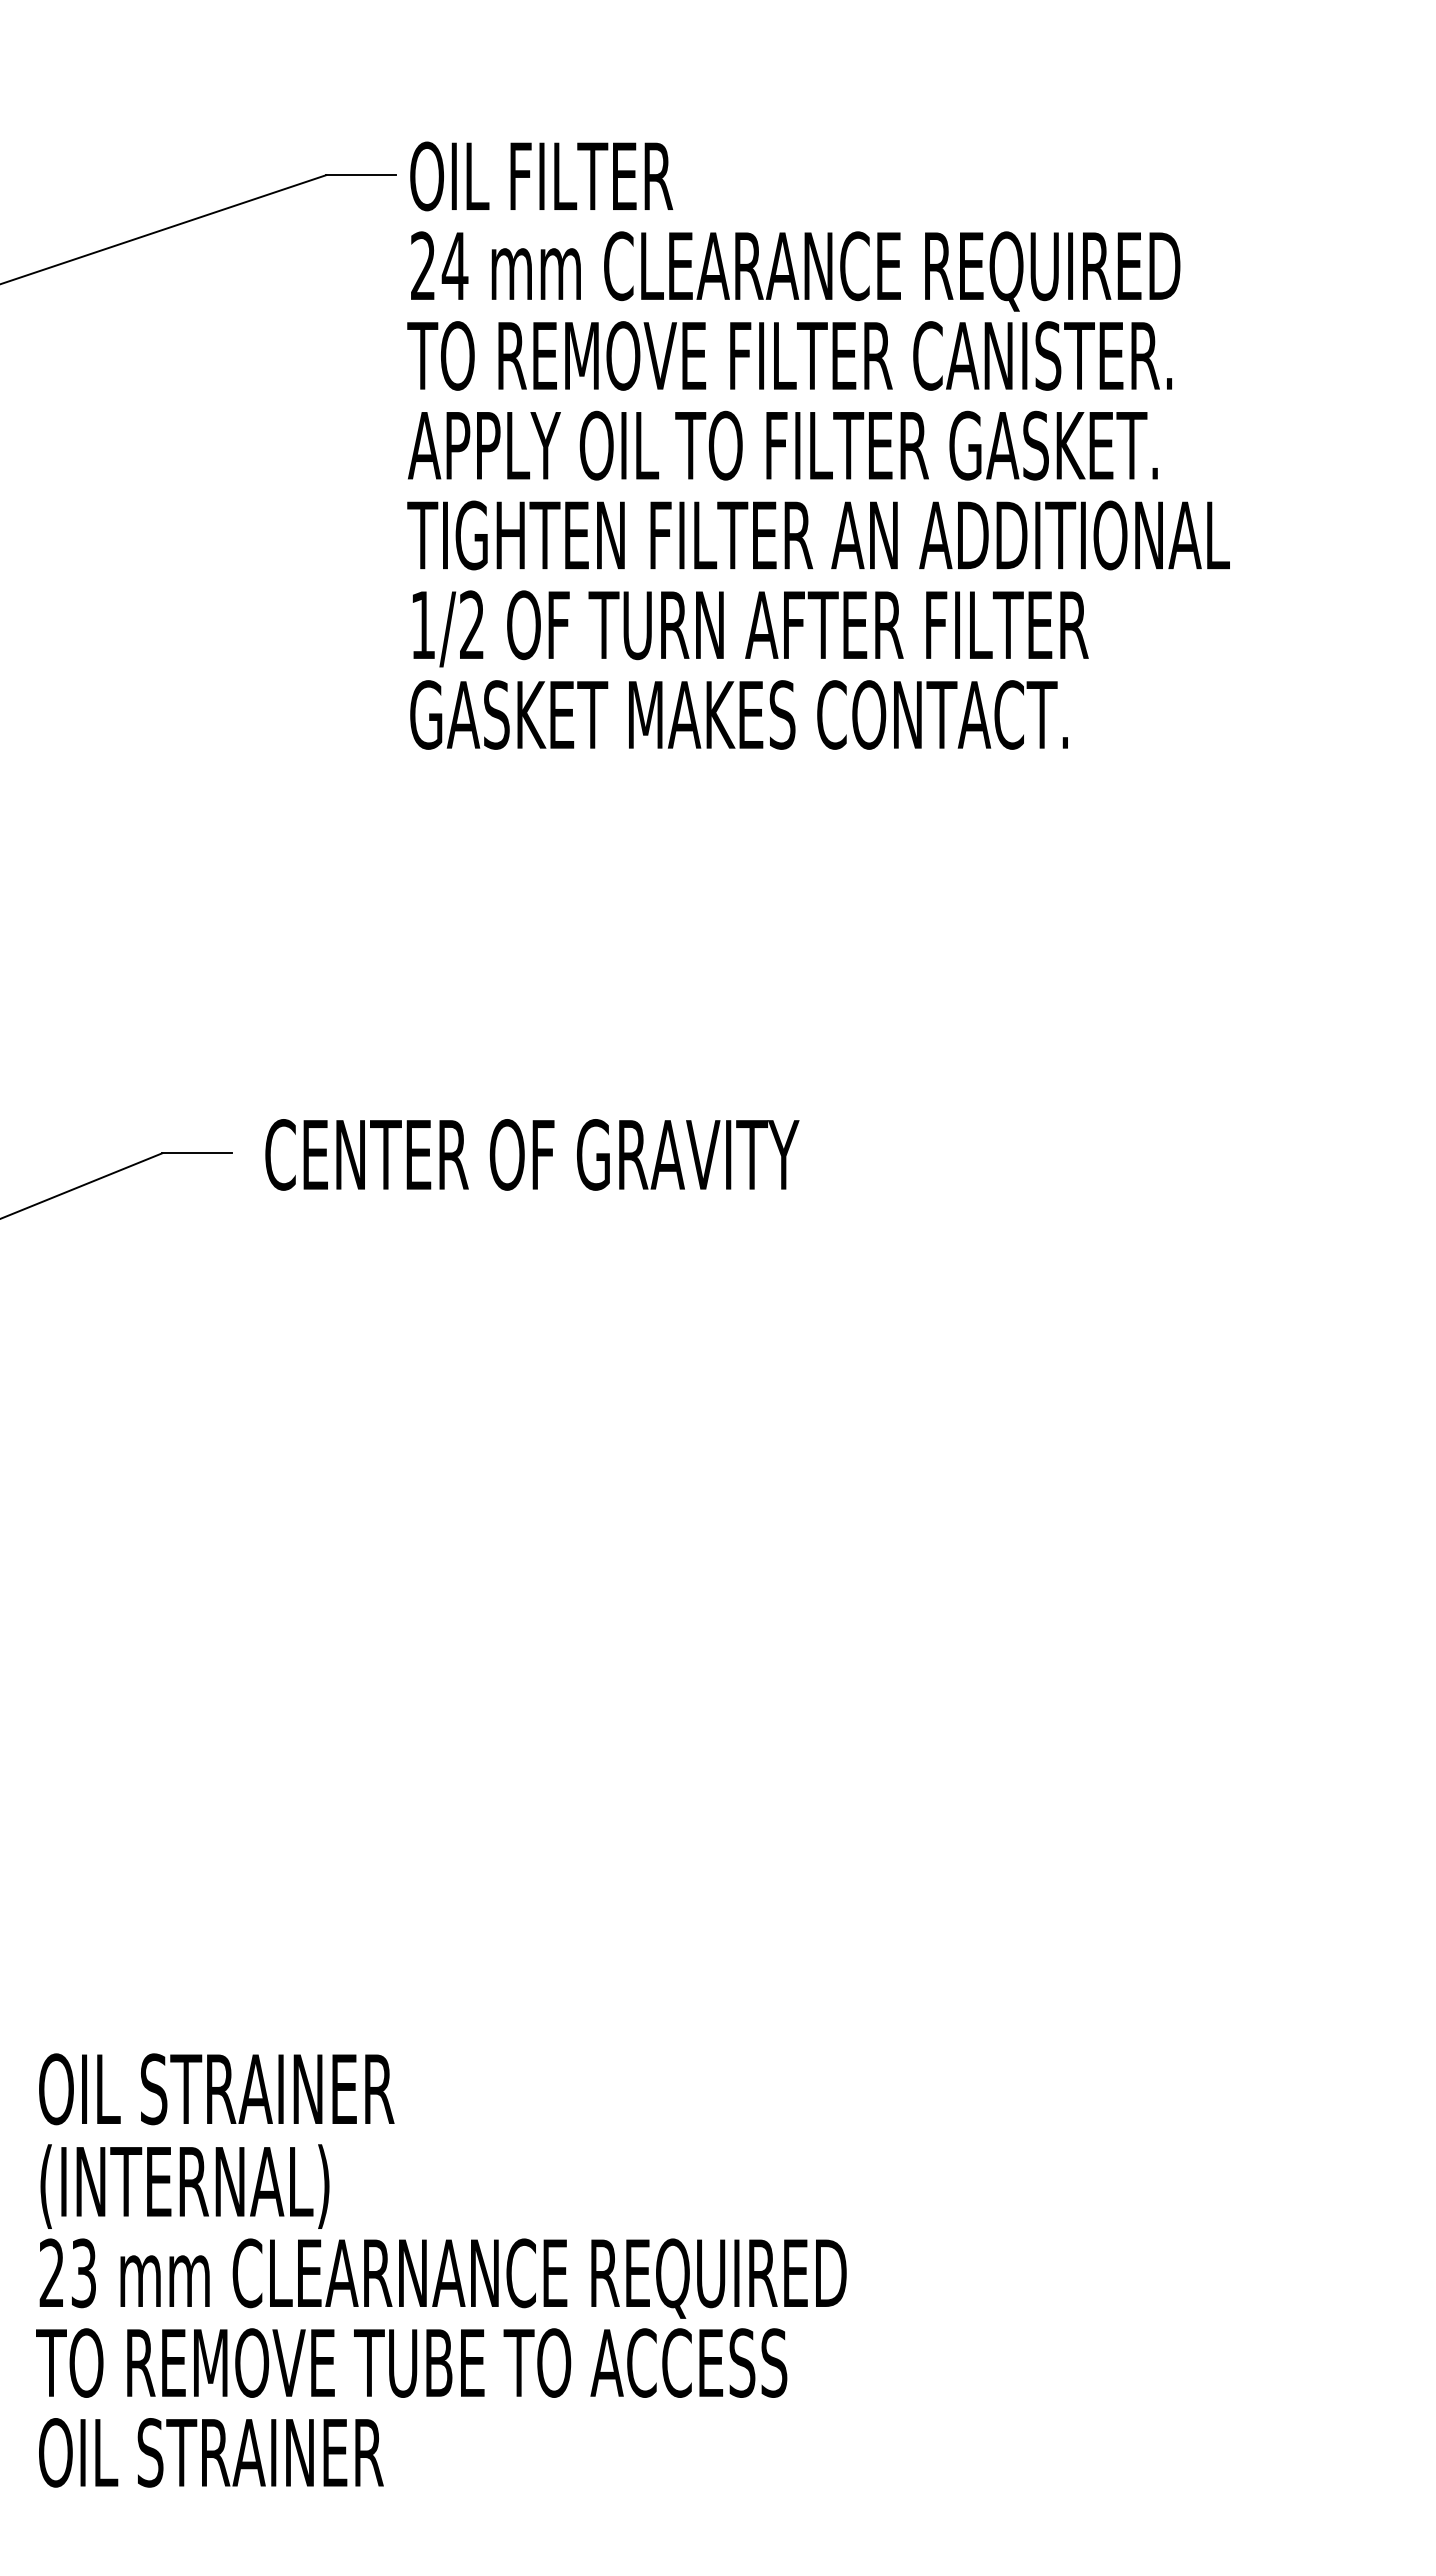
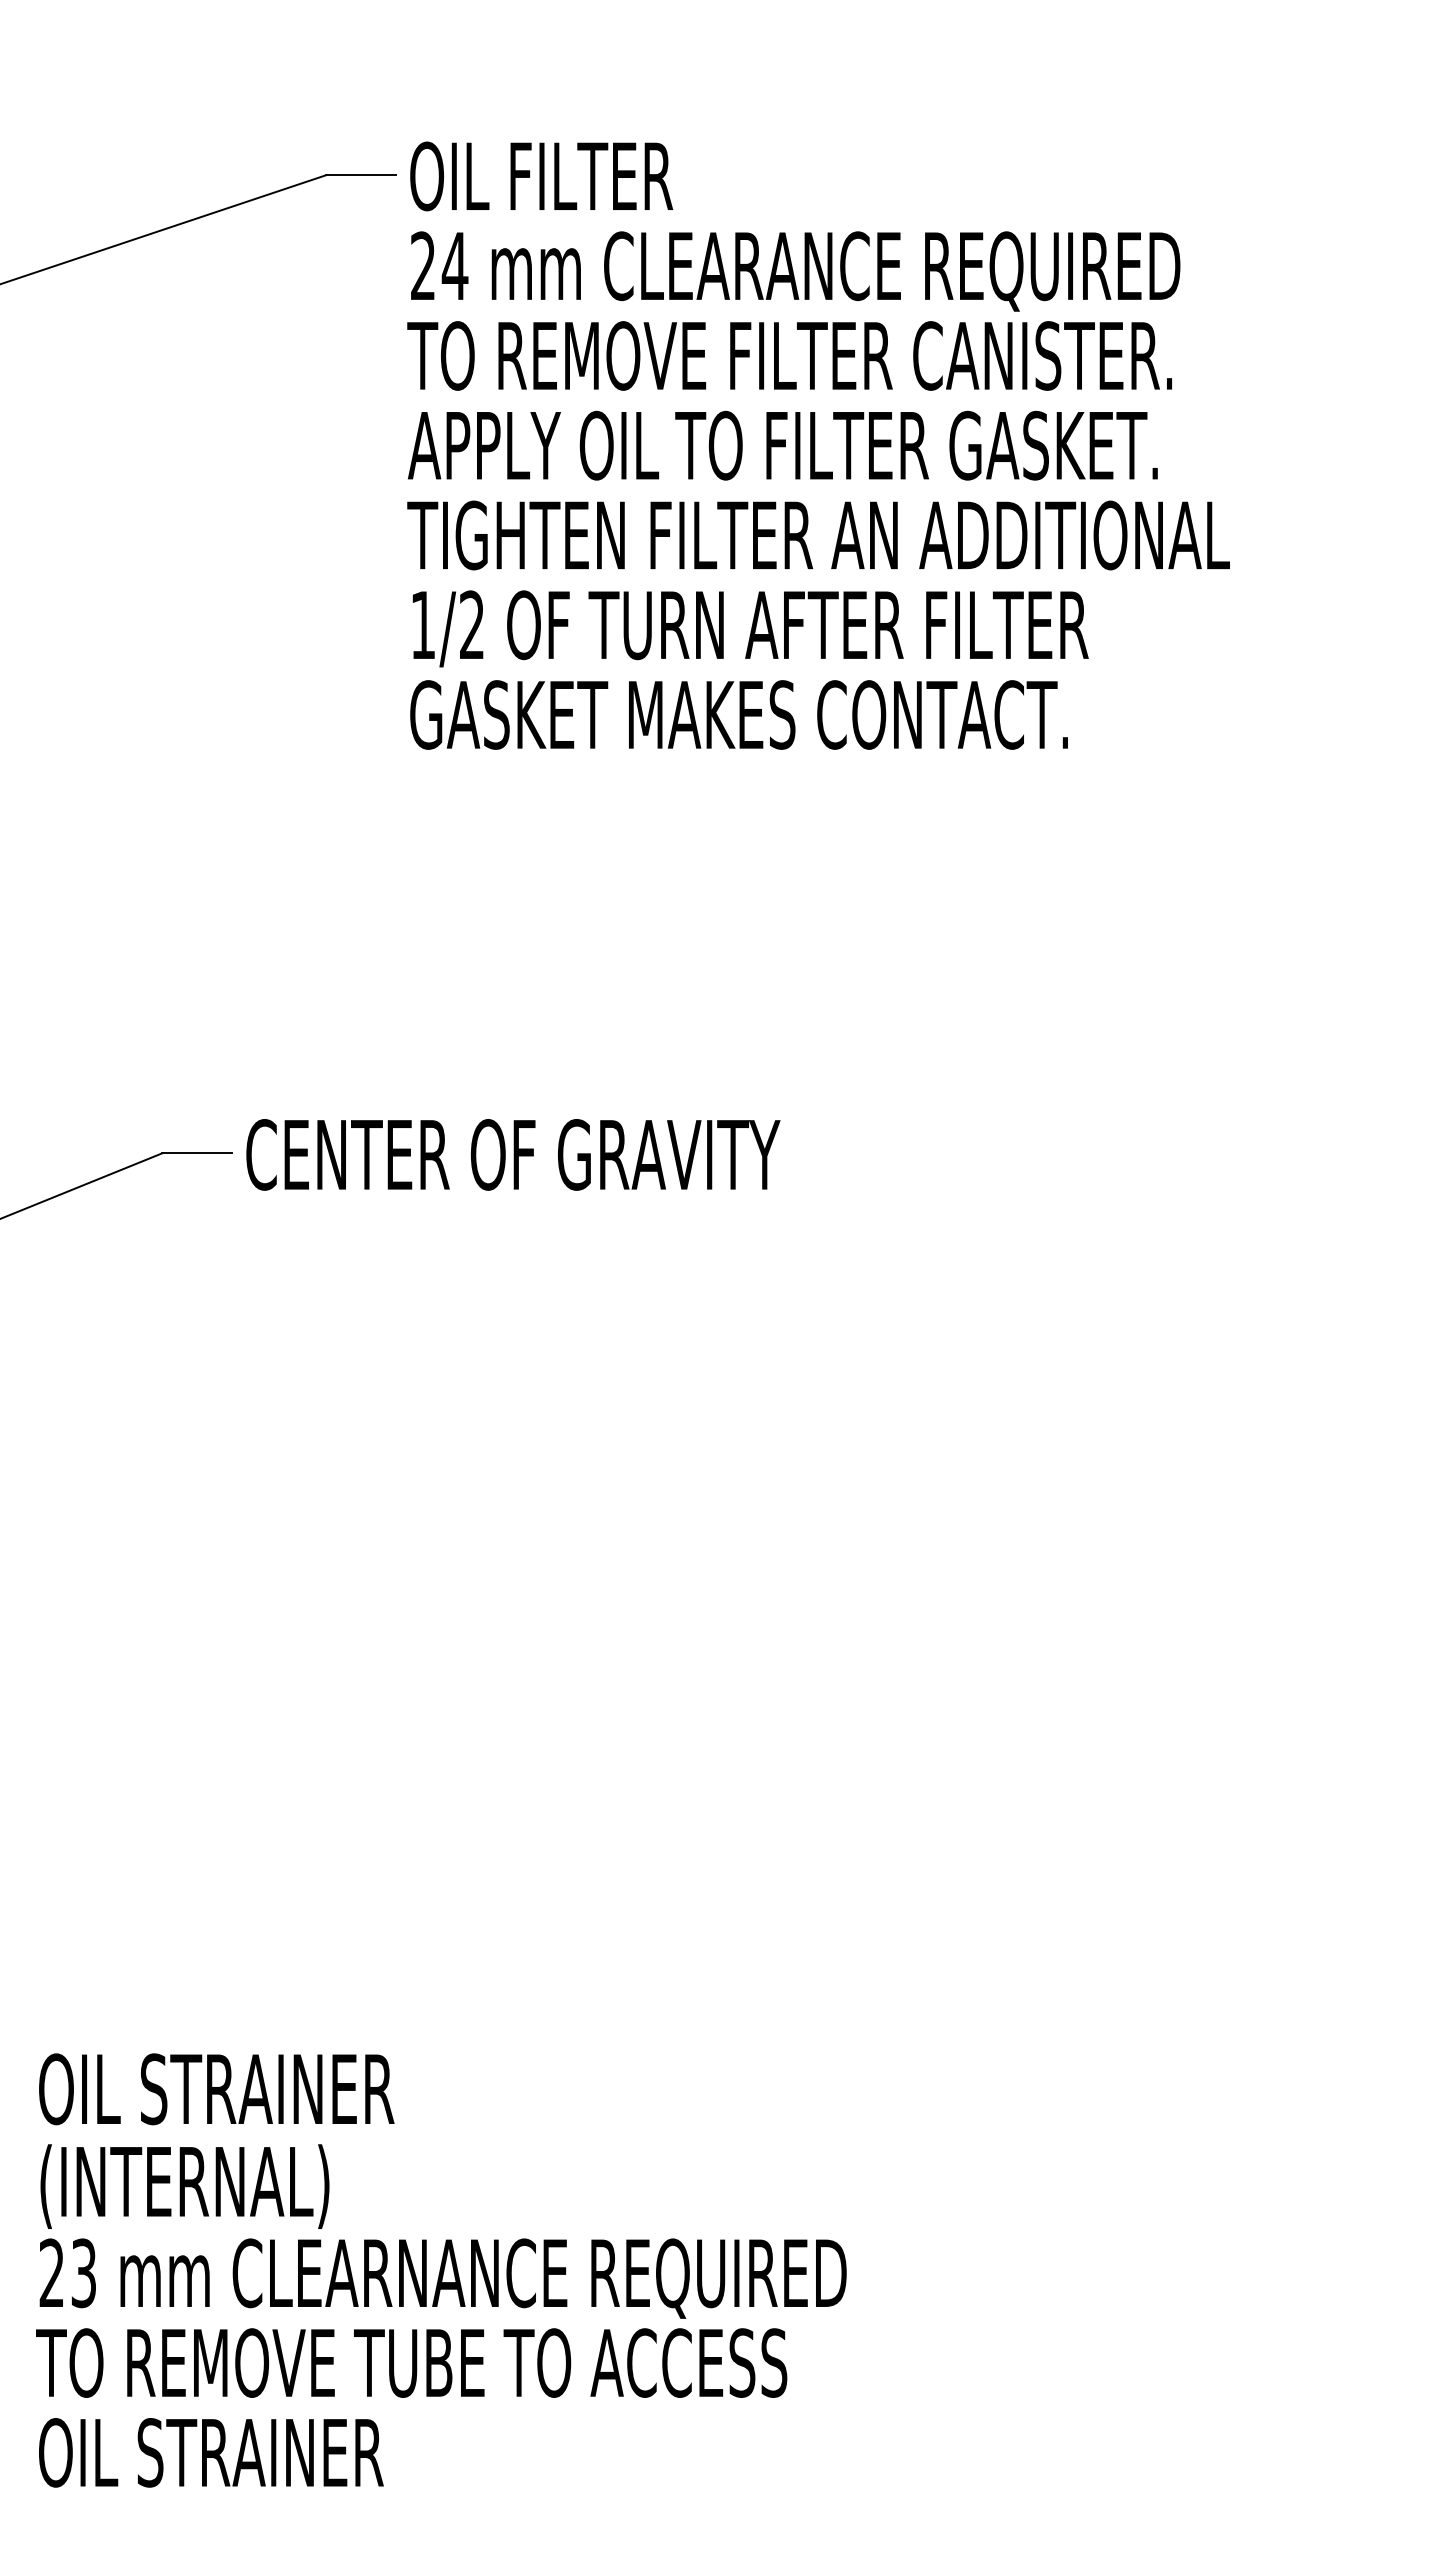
text at (532, 1154) position: (532, 1154) -> (513, 1154)
